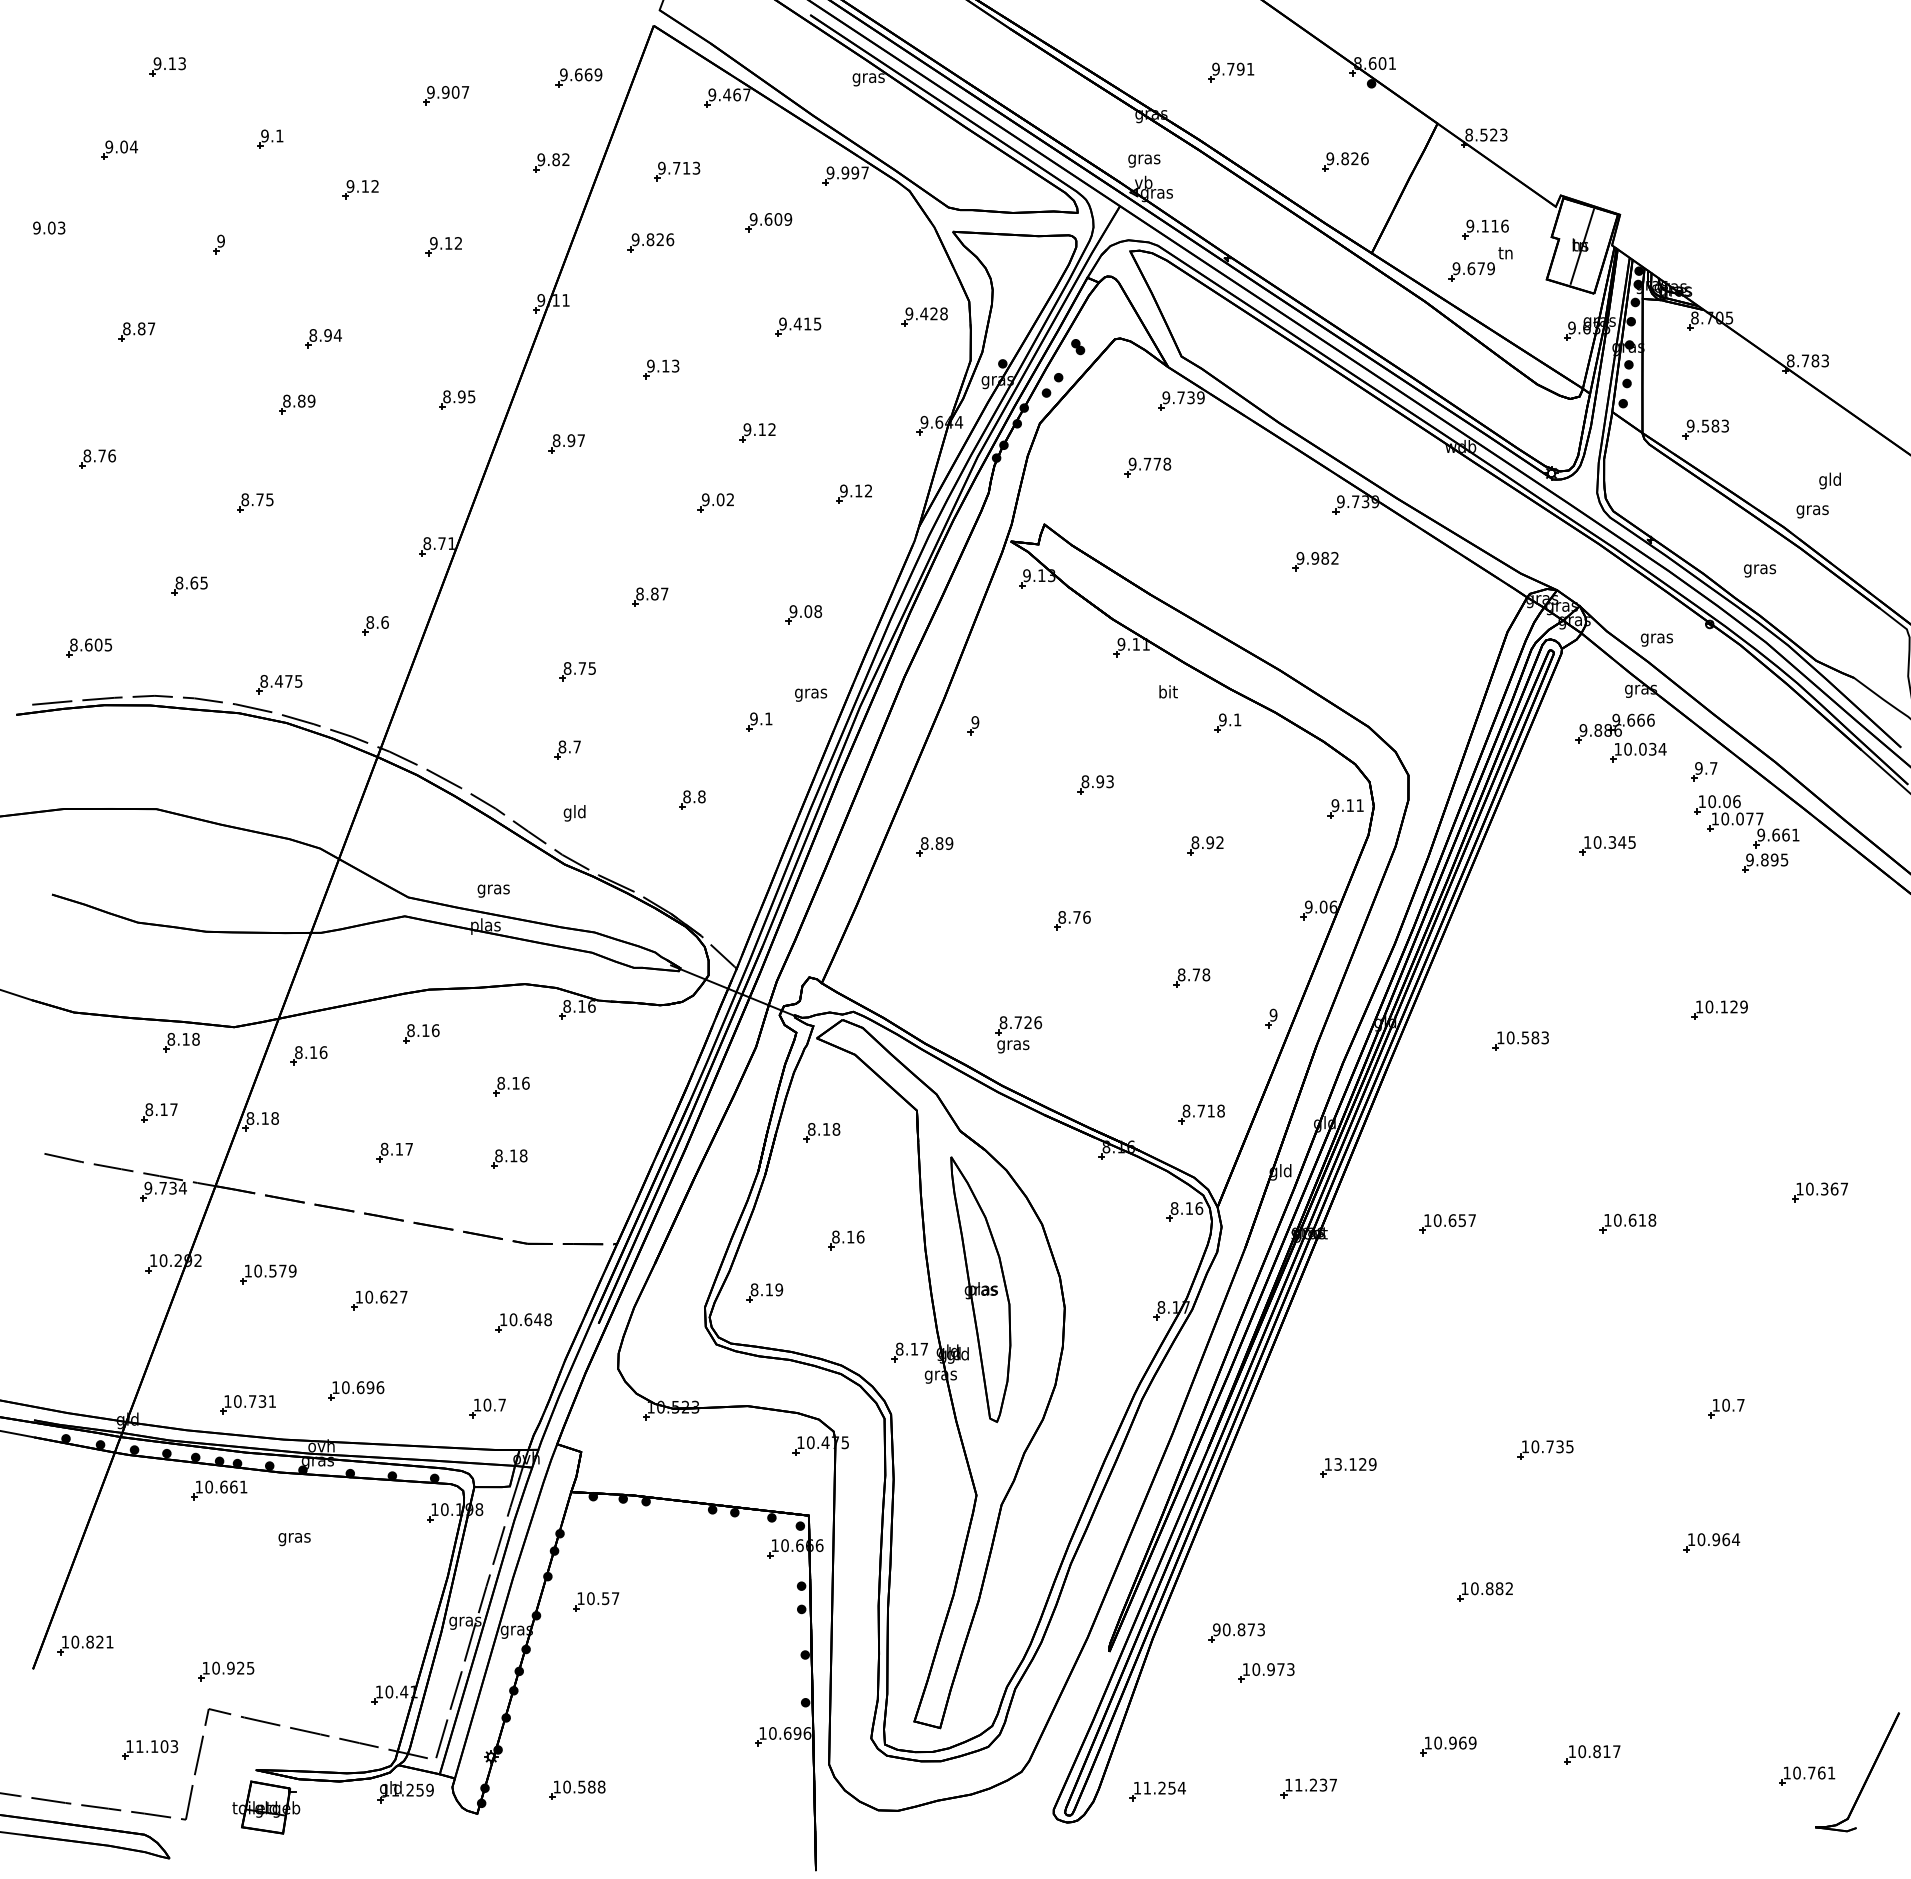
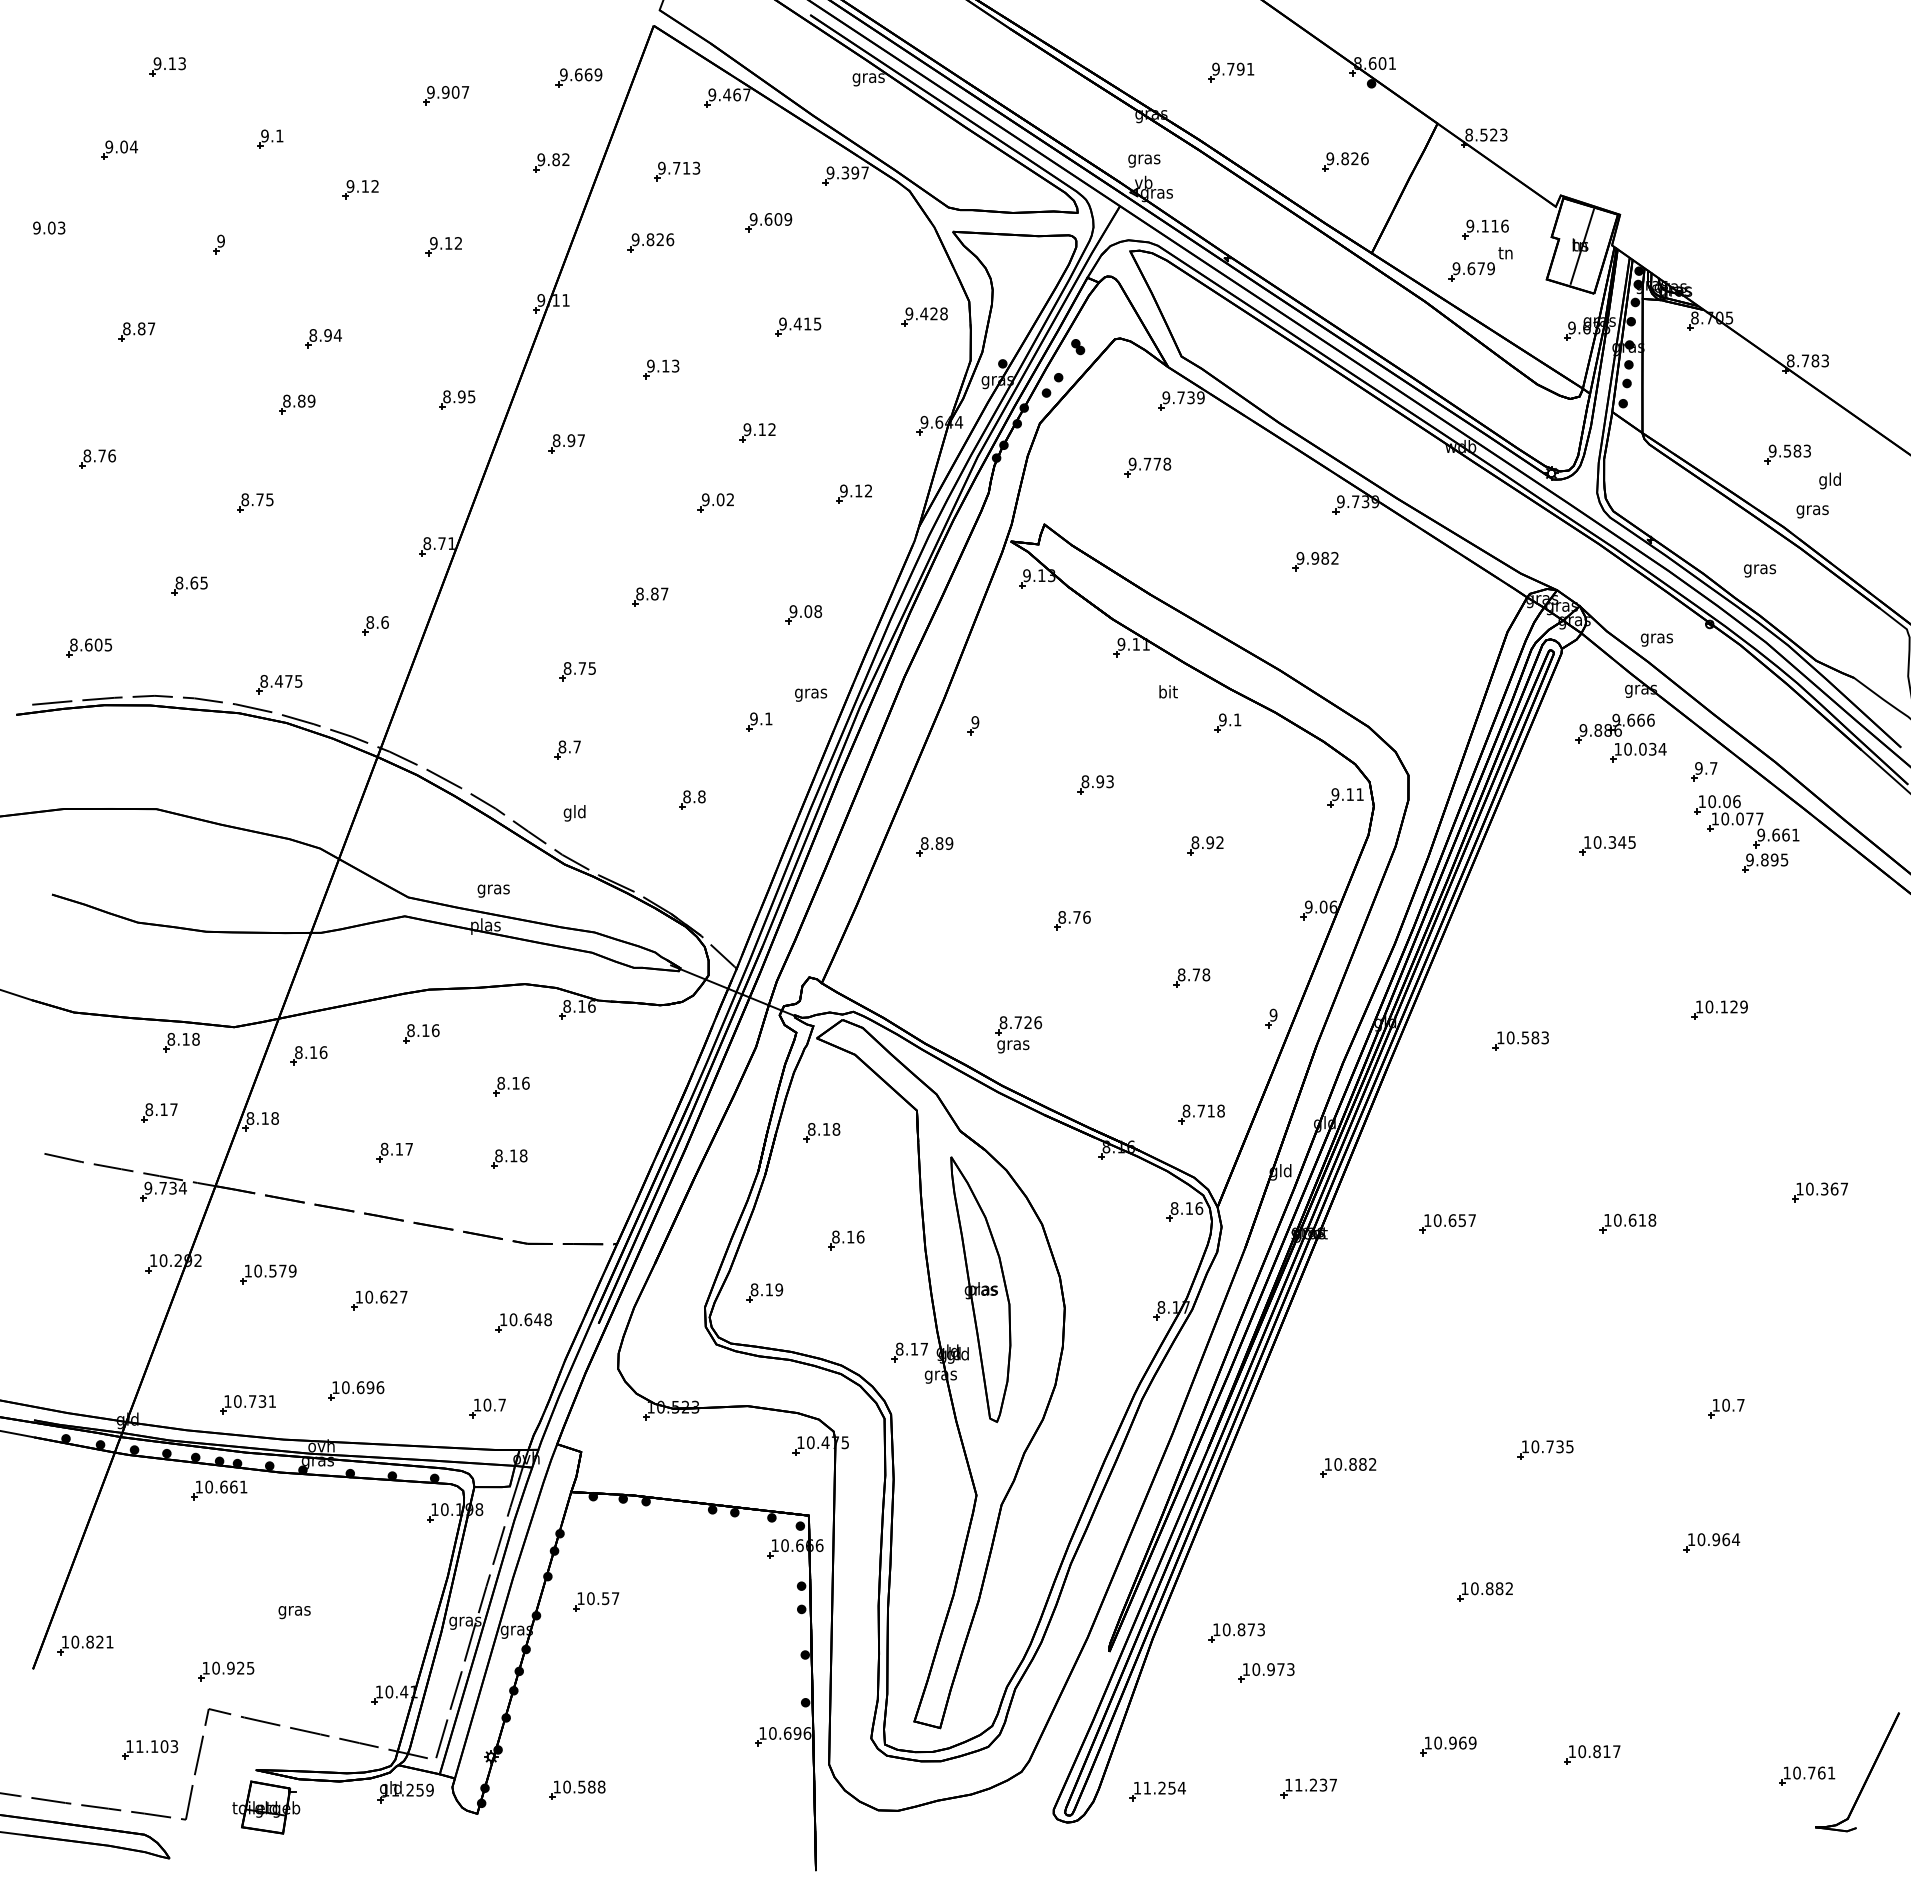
text at (845, 172): 9.997 -> 9.397
part at (1705, 429) position: (1705, 429) -> (1787, 454)
part at (1345, 808) position: (1345, 808) -> (1345, 797)
text at (1355, 1464): 13.129 -> 10.882
text at (294, 1539) position: (294, 1539) -> (294, 1612)
text at (1216, 1629): 90.873 -> 10.873
